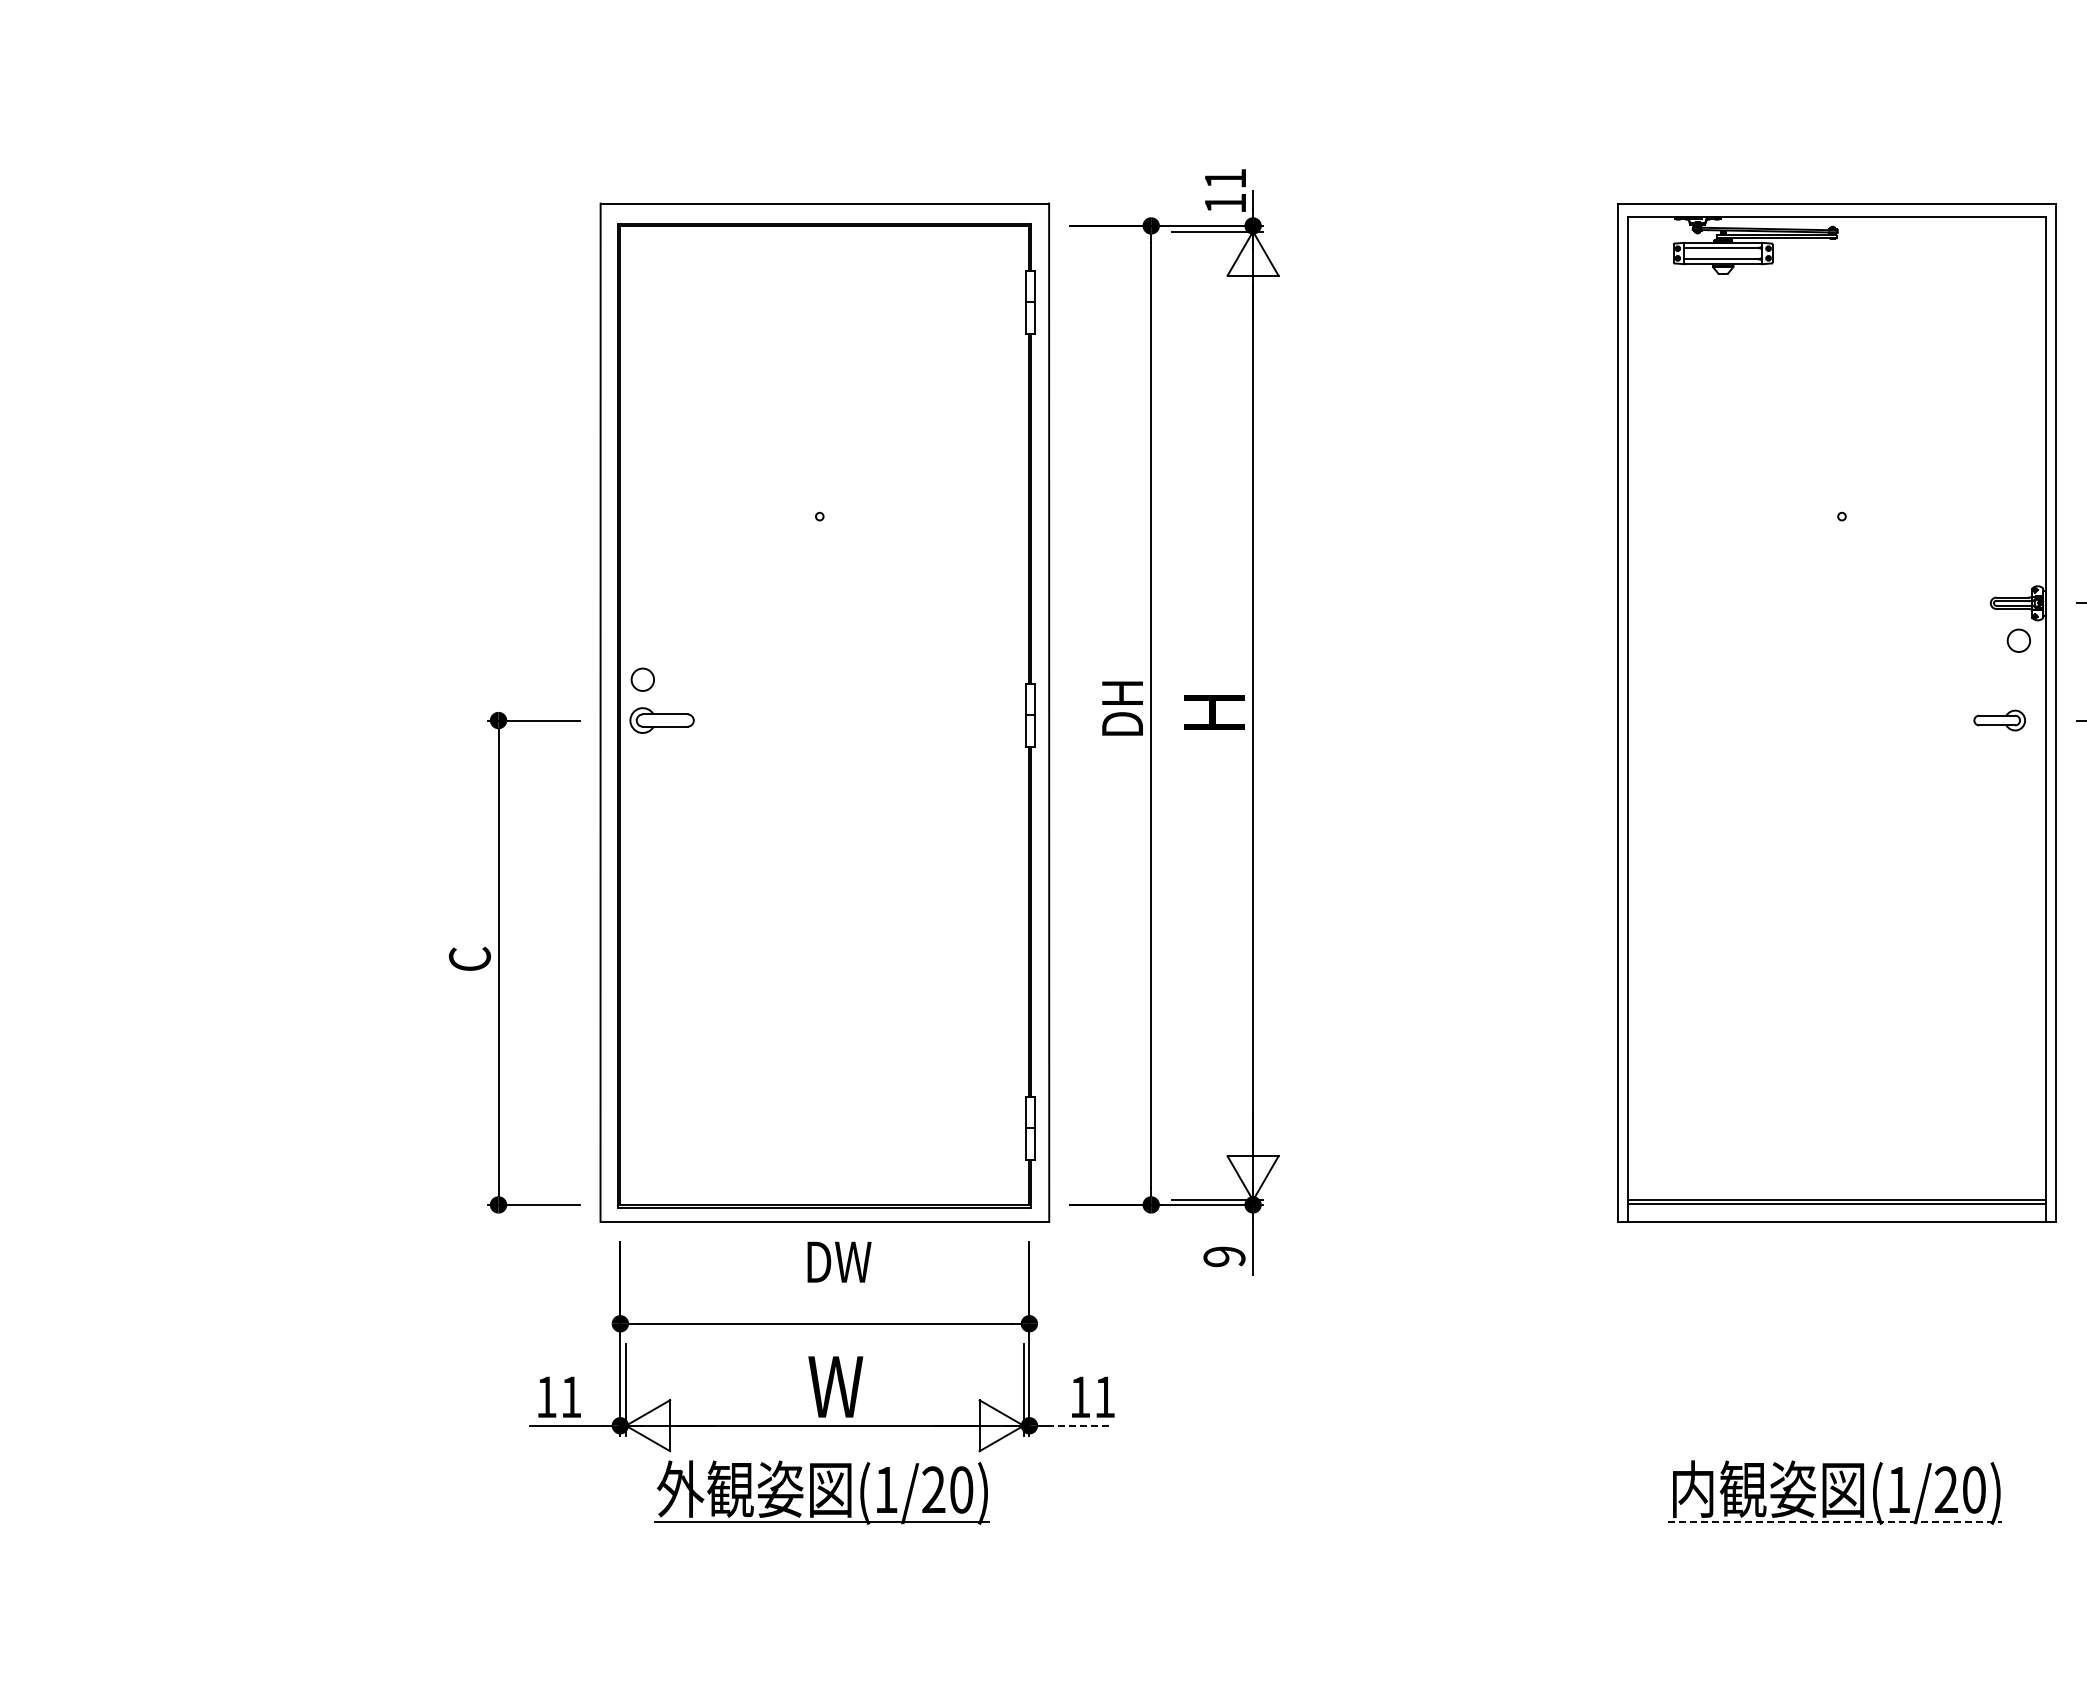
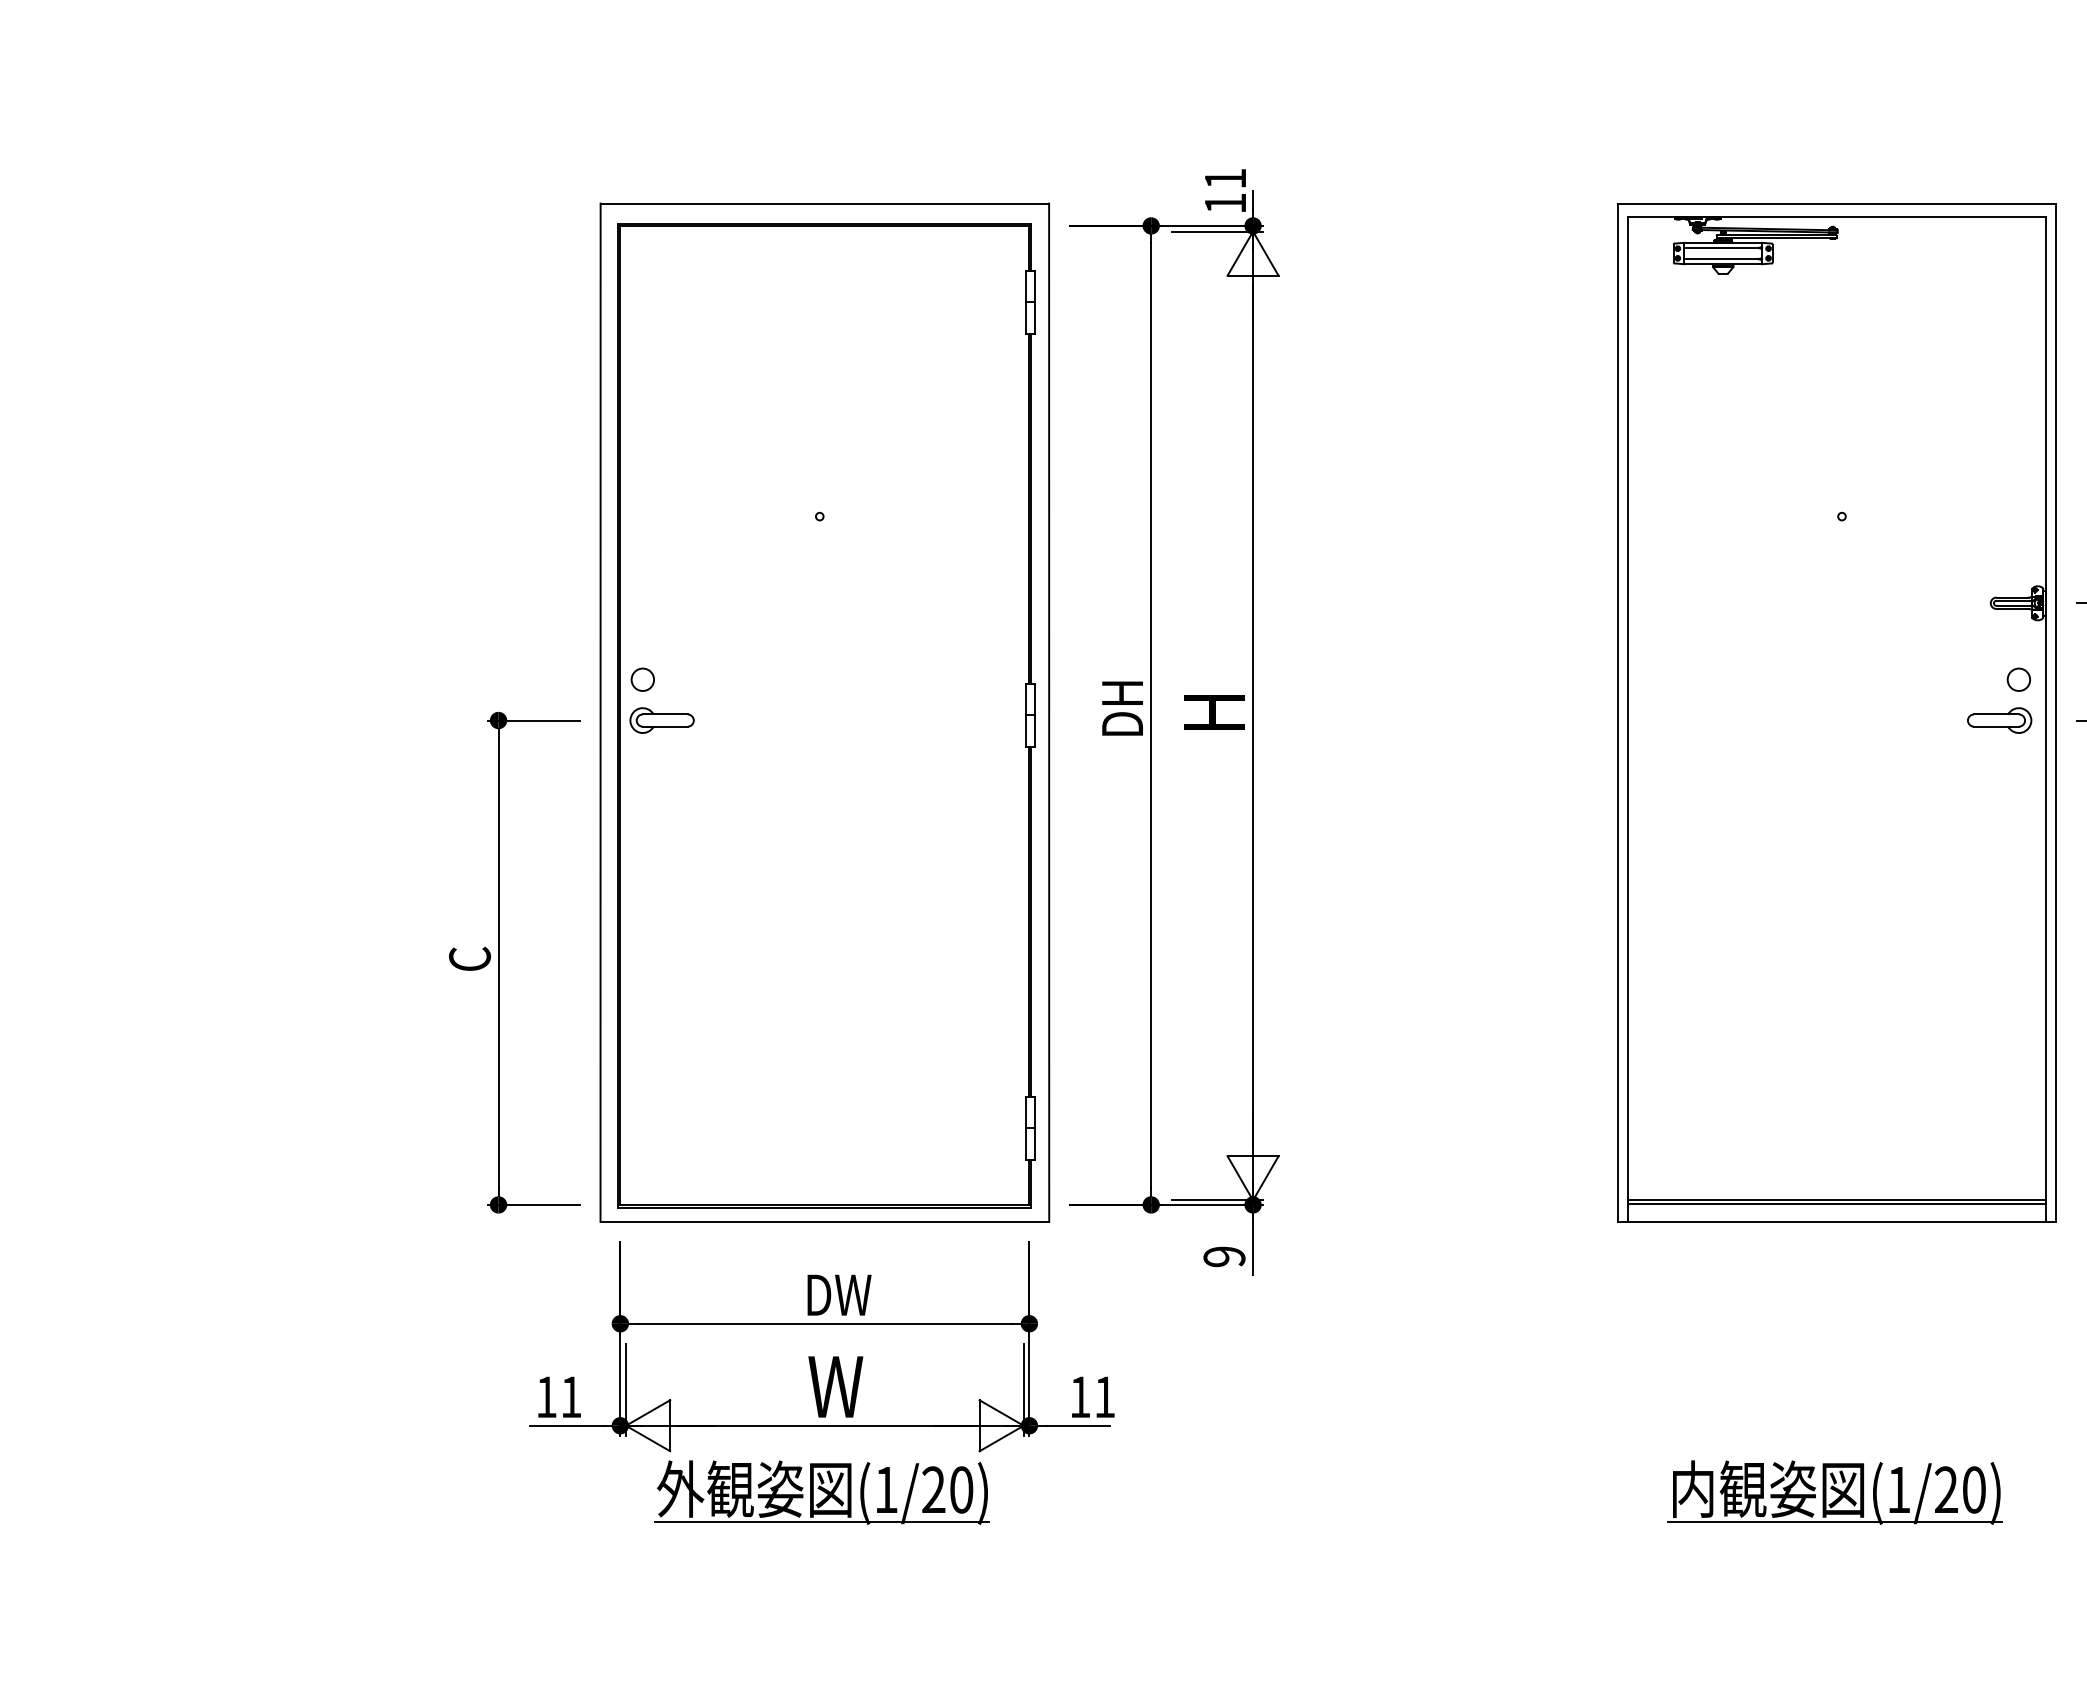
circle at (2018, 640) position: (2018, 640) -> (2018, 679)
part at (1999, 720) size: 53x23 px -> 66x27 px
text at (839, 1261) position: (839, 1261) -> (839, 1294)
line at (1078, 1425): dashed -> solid
line at (1835, 1522): dashed -> solid
